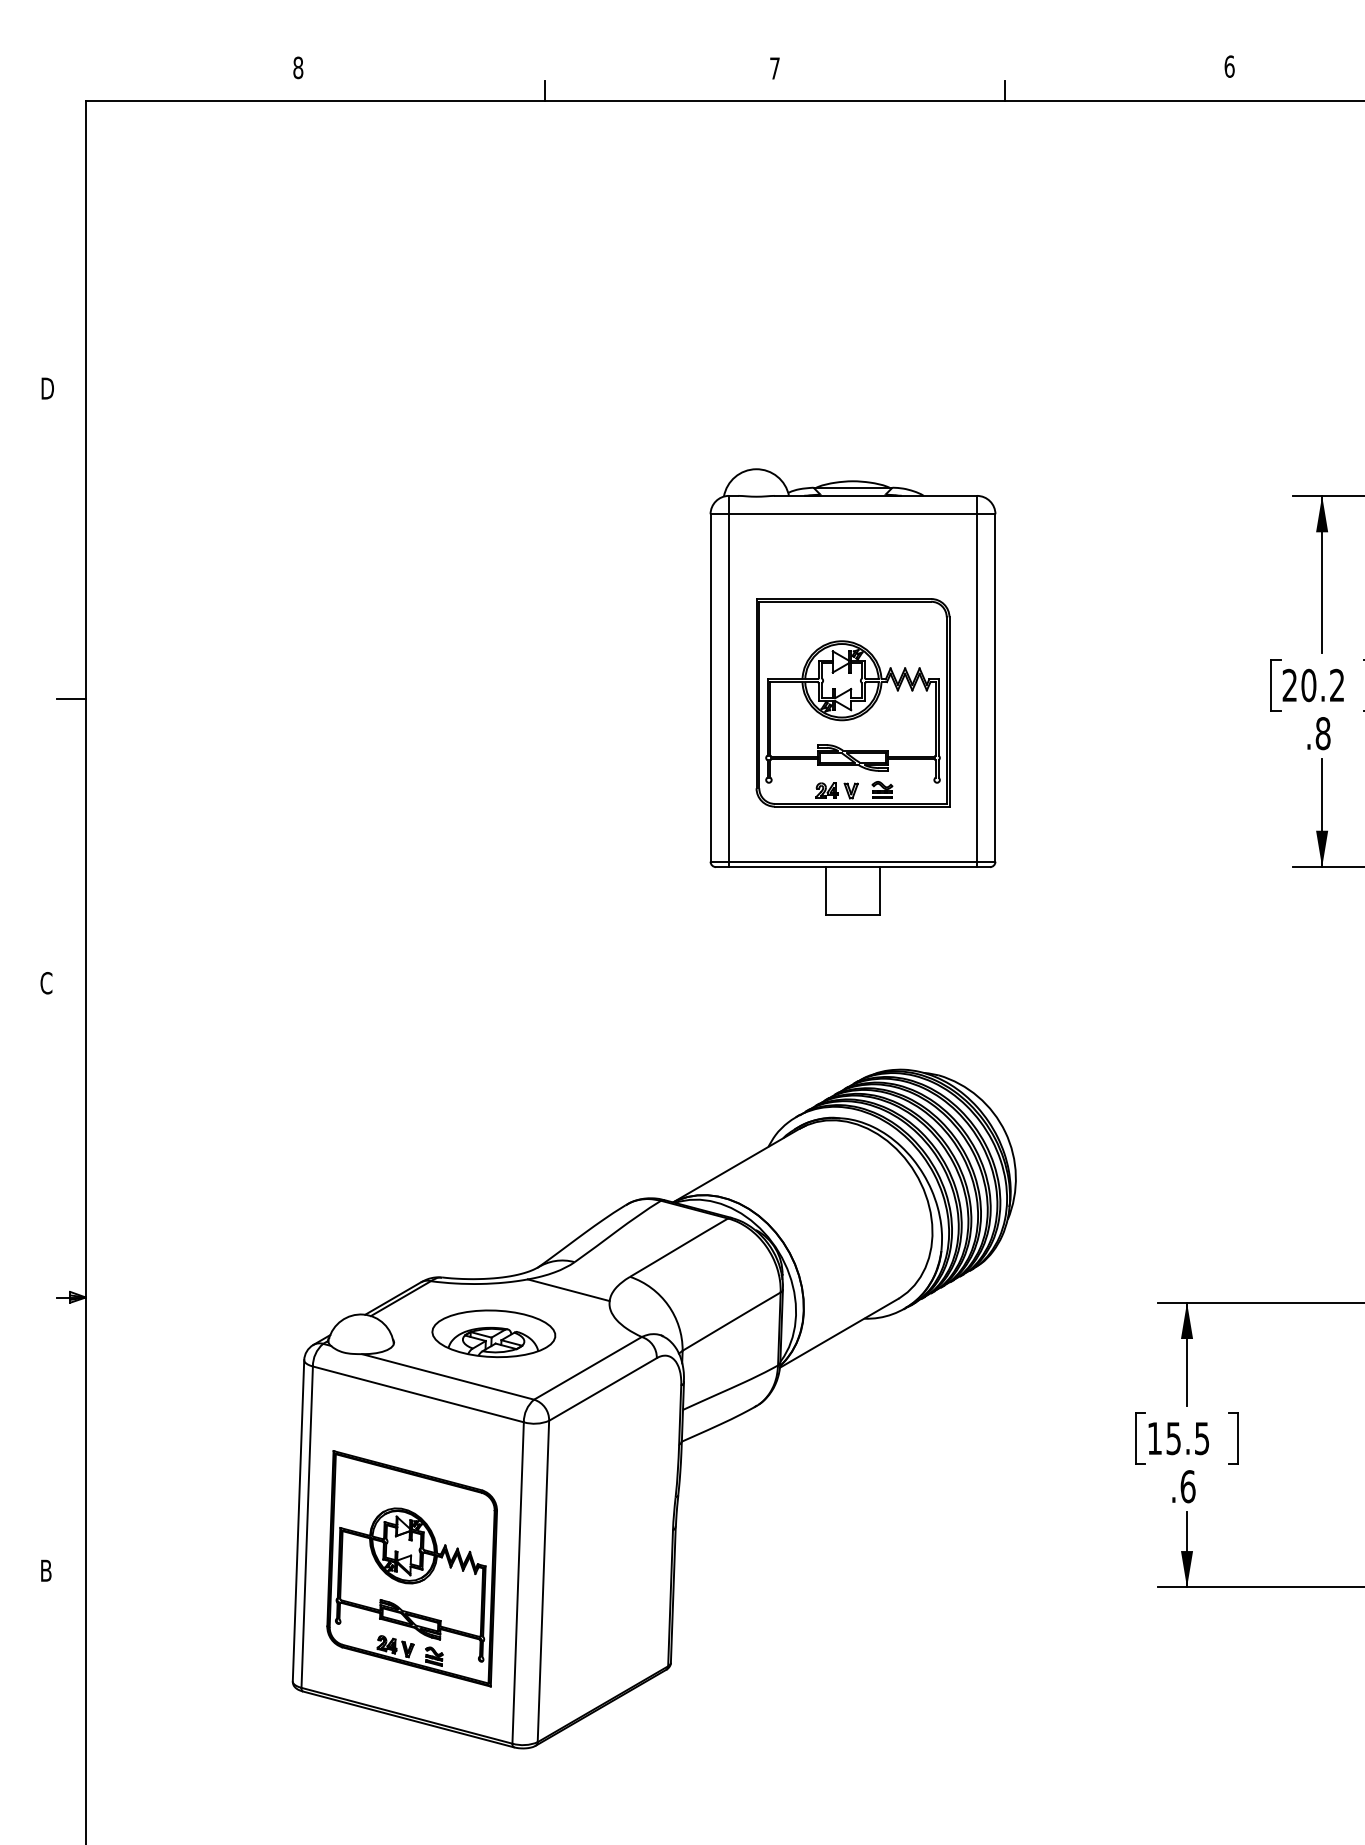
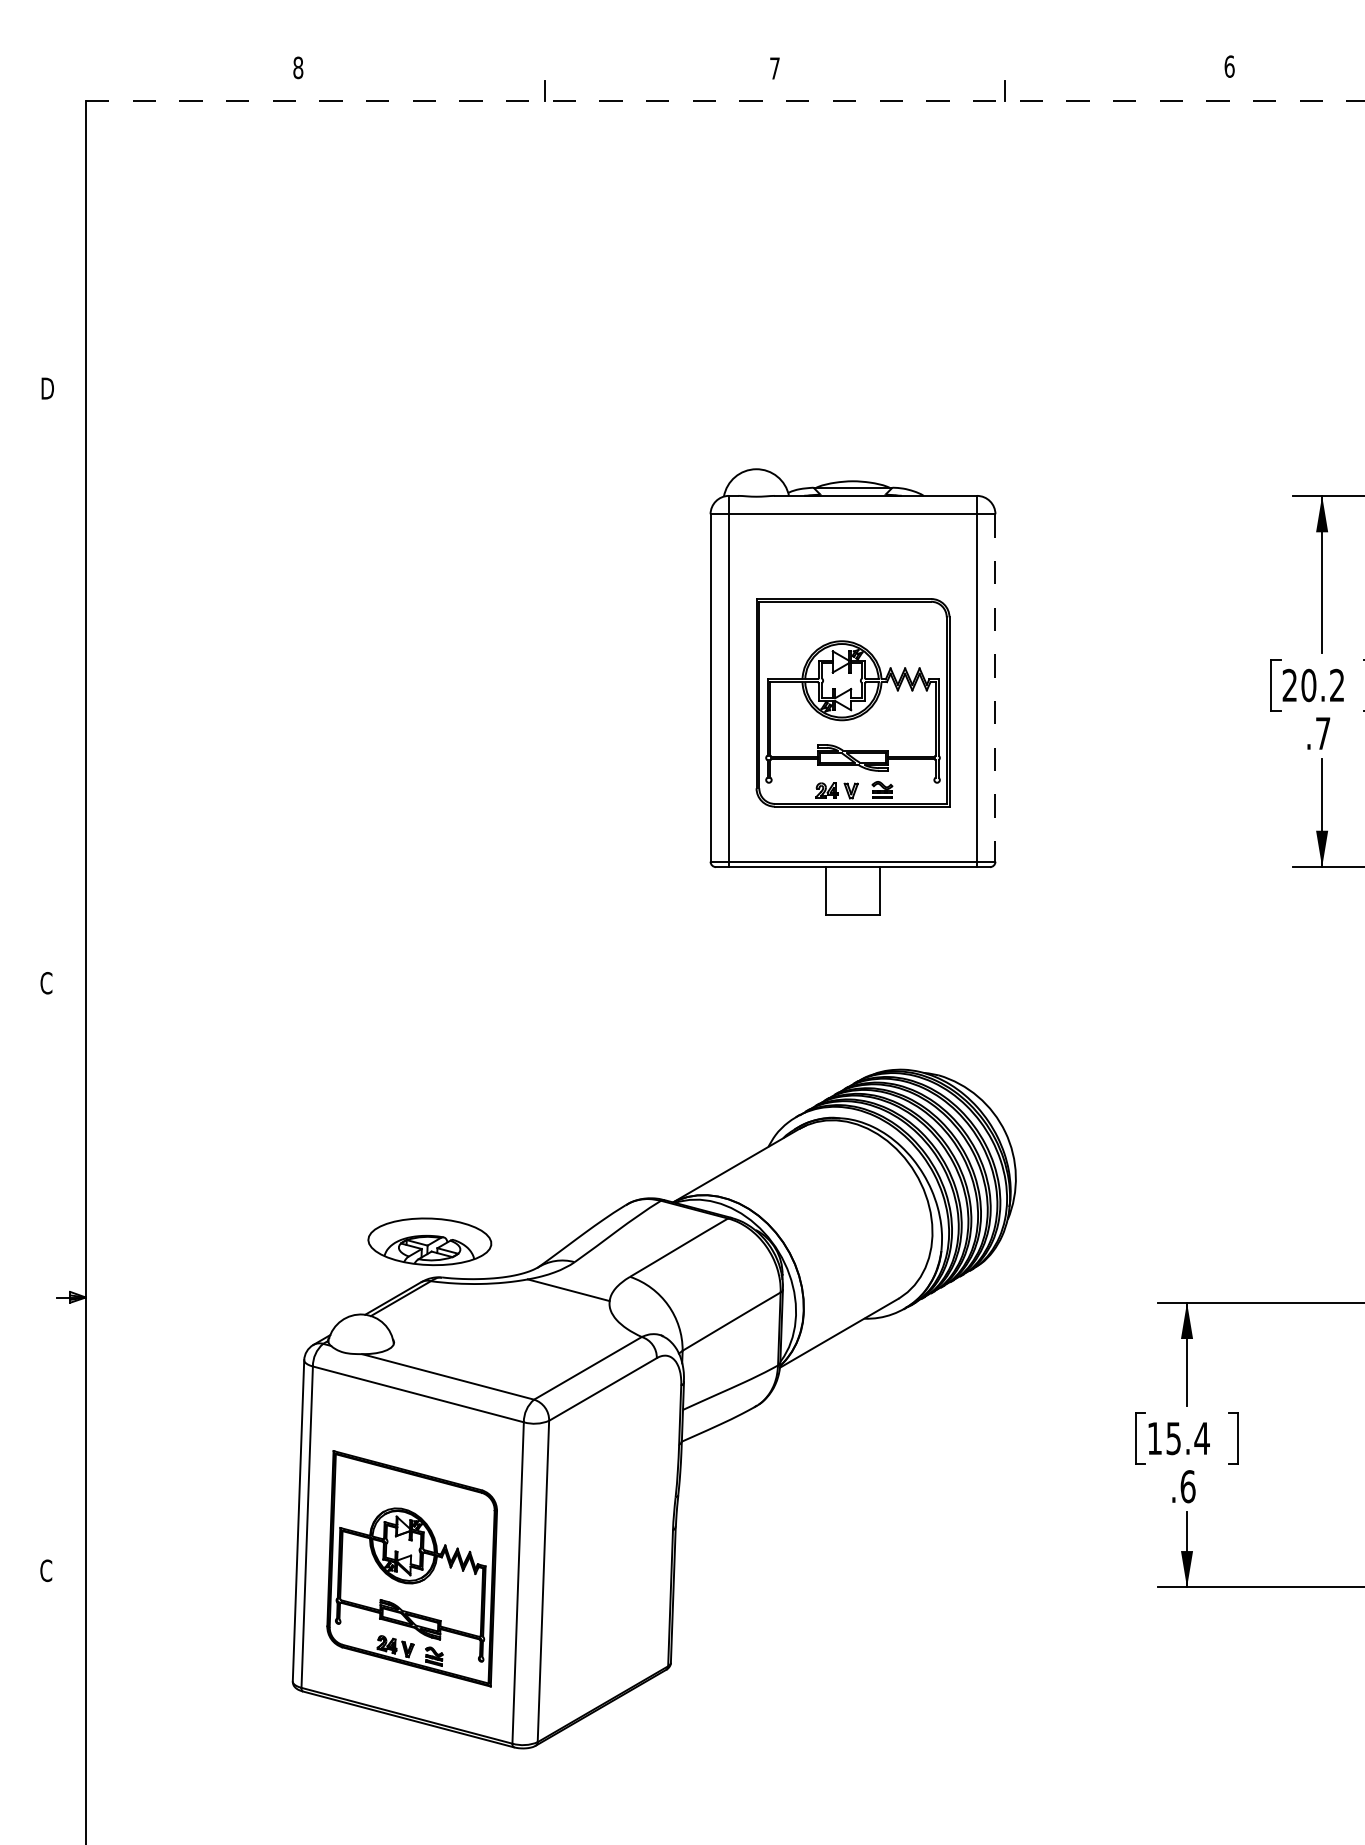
line at (725, 101): solid -> dashed
line at (995, 687): solid -> dashed
line at (70, 699): present -> none
text at (1322, 733): .8 -> .7
part at (493, 1333) position: (493, 1333) -> (429, 1241)
text at (1201, 1438): 15.5 -> 15.4
text at (46, 1570): B -> C
